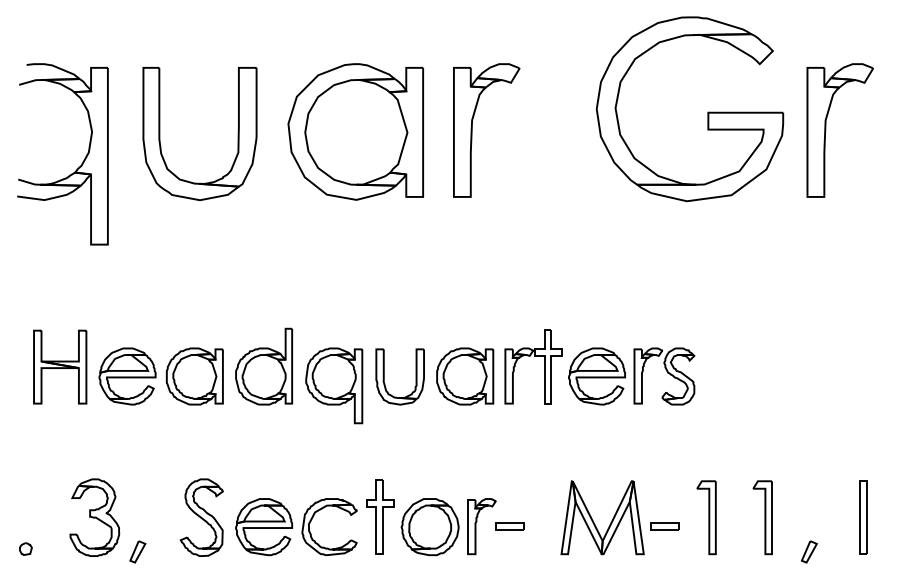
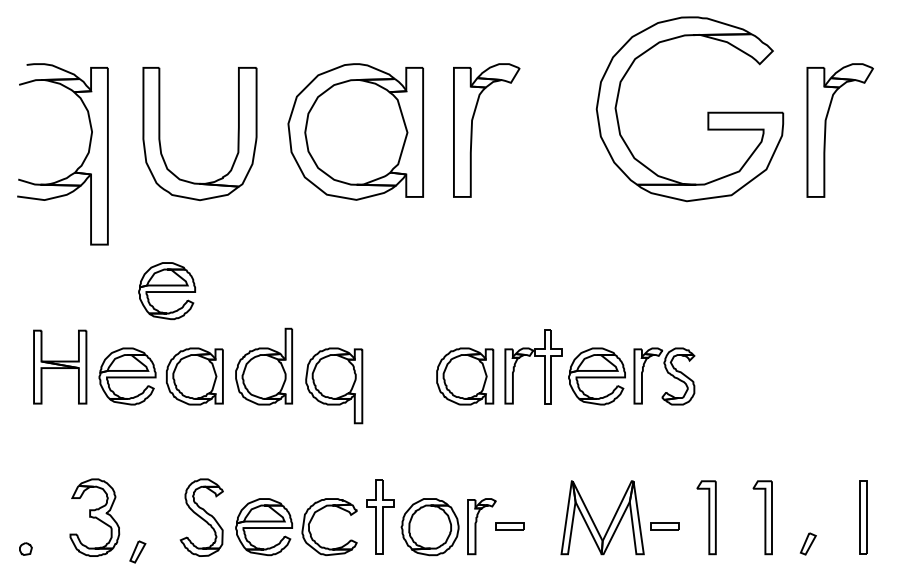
part at (167, 291): none -> present
part at (384, 376): present -> none
part at (808, 551) position: (808, 551) -> (807, 543)
